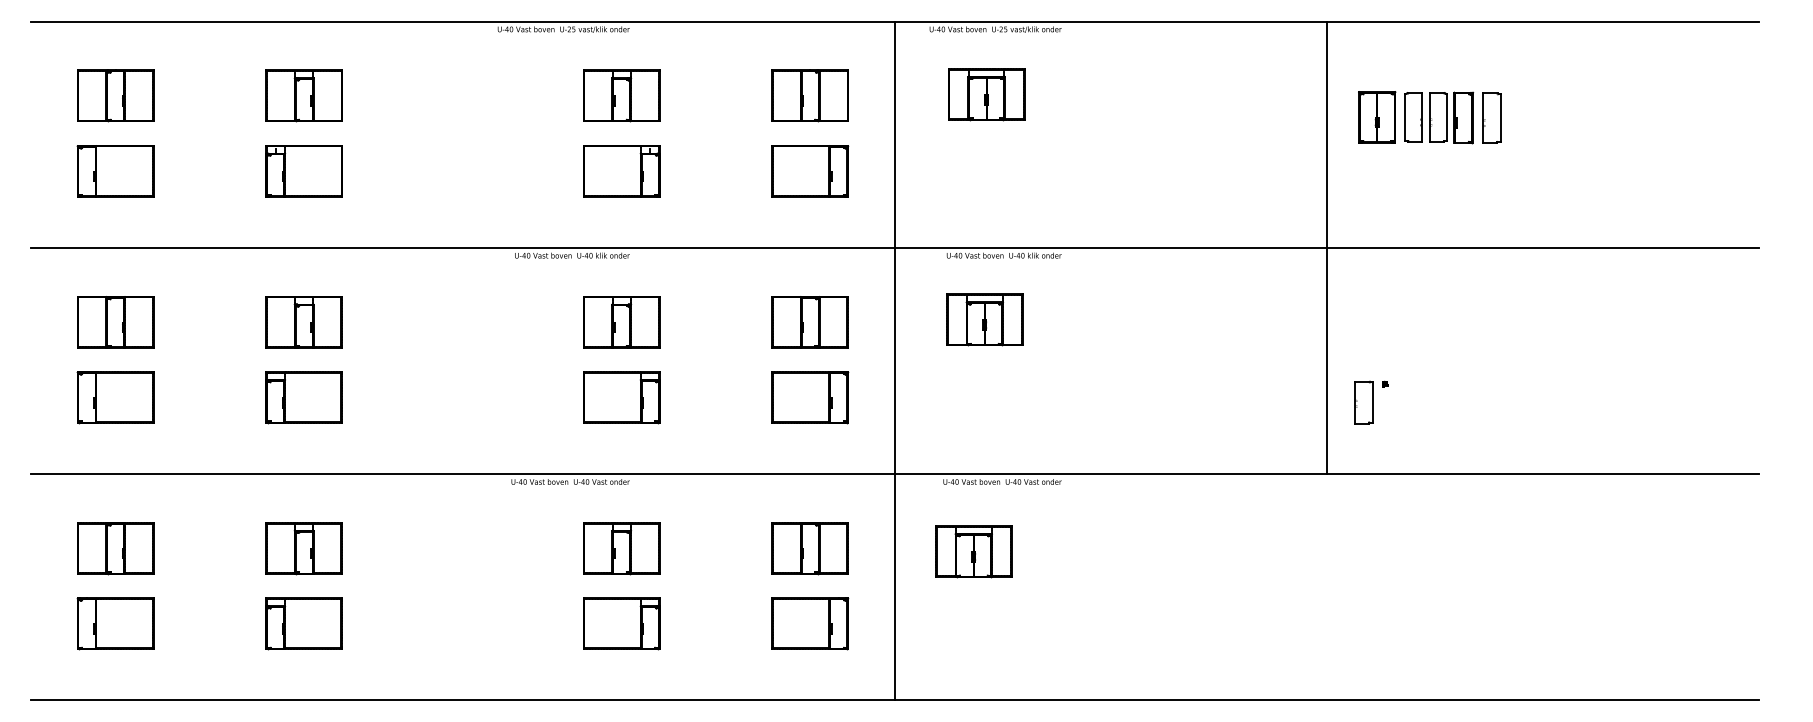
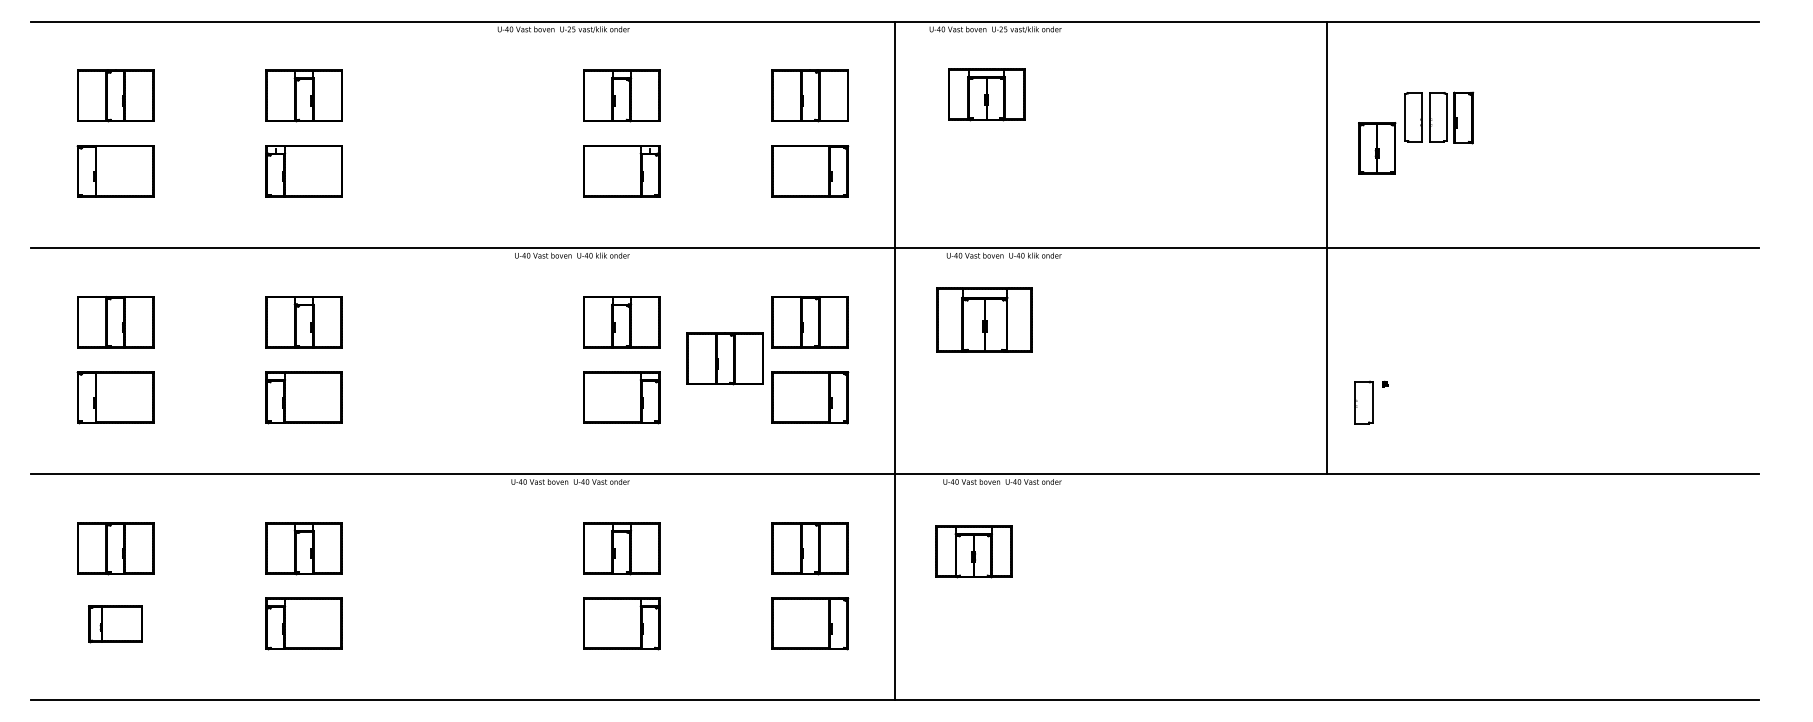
part at (1377, 117) position: (1377, 117) -> (1377, 148)
part at (1491, 117): present -> none
part at (984, 319) size: 78x54 px -> 97x66 px
part at (724, 358): none -> present
part at (115, 623) size: 79x54 px -> 55x39 px
